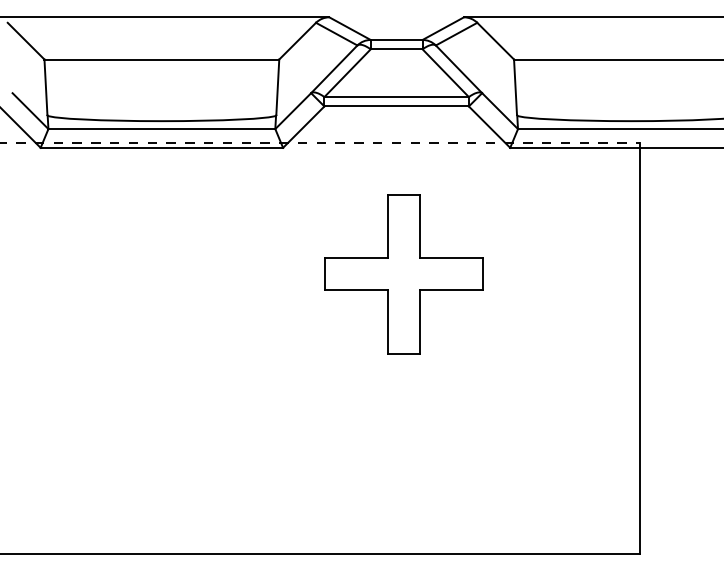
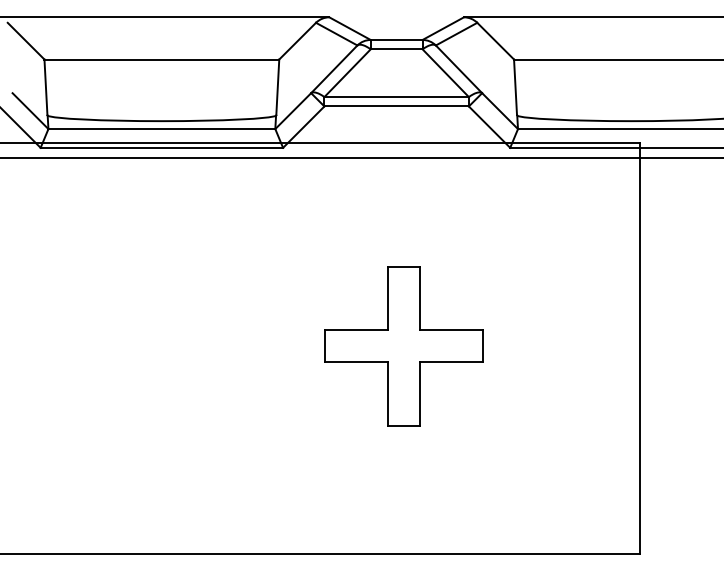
line at (320, 142): dashed -> solid
line at (361, 158): none -> present
part at (403, 274) position: (403, 274) -> (403, 346)
